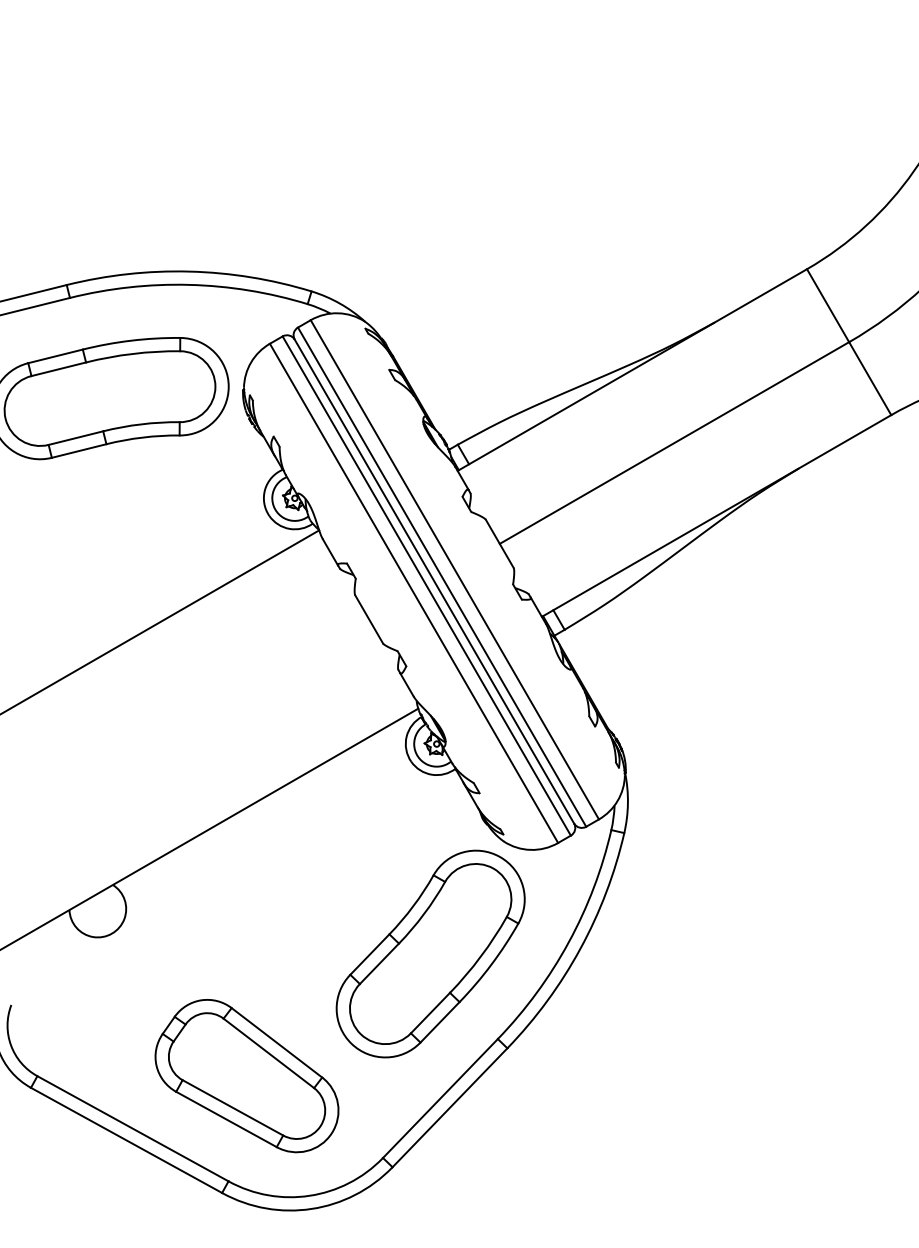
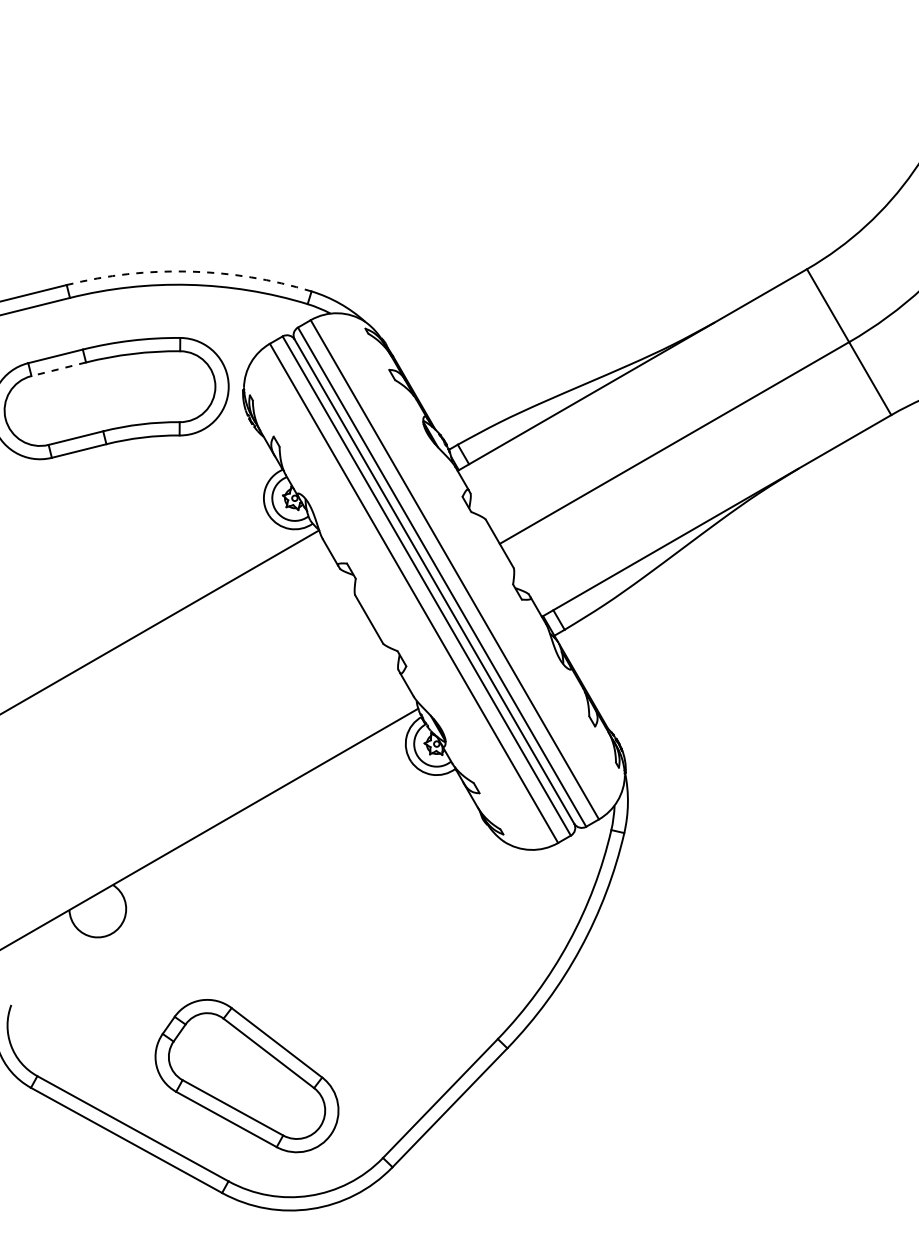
arc at (189, 271): solid -> dashed
line at (58, 369): solid -> dashed
part at (430, 953): present -> none
